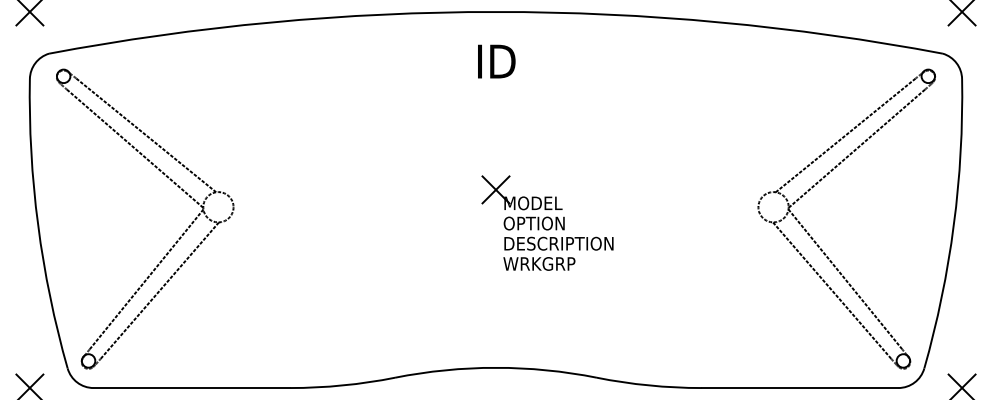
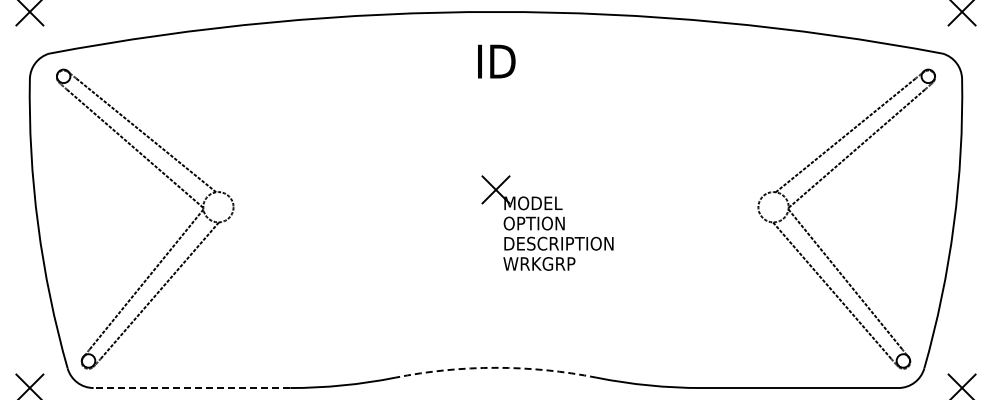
arc at (496, 367): solid -> dashed
line at (191, 388): solid -> dashed
